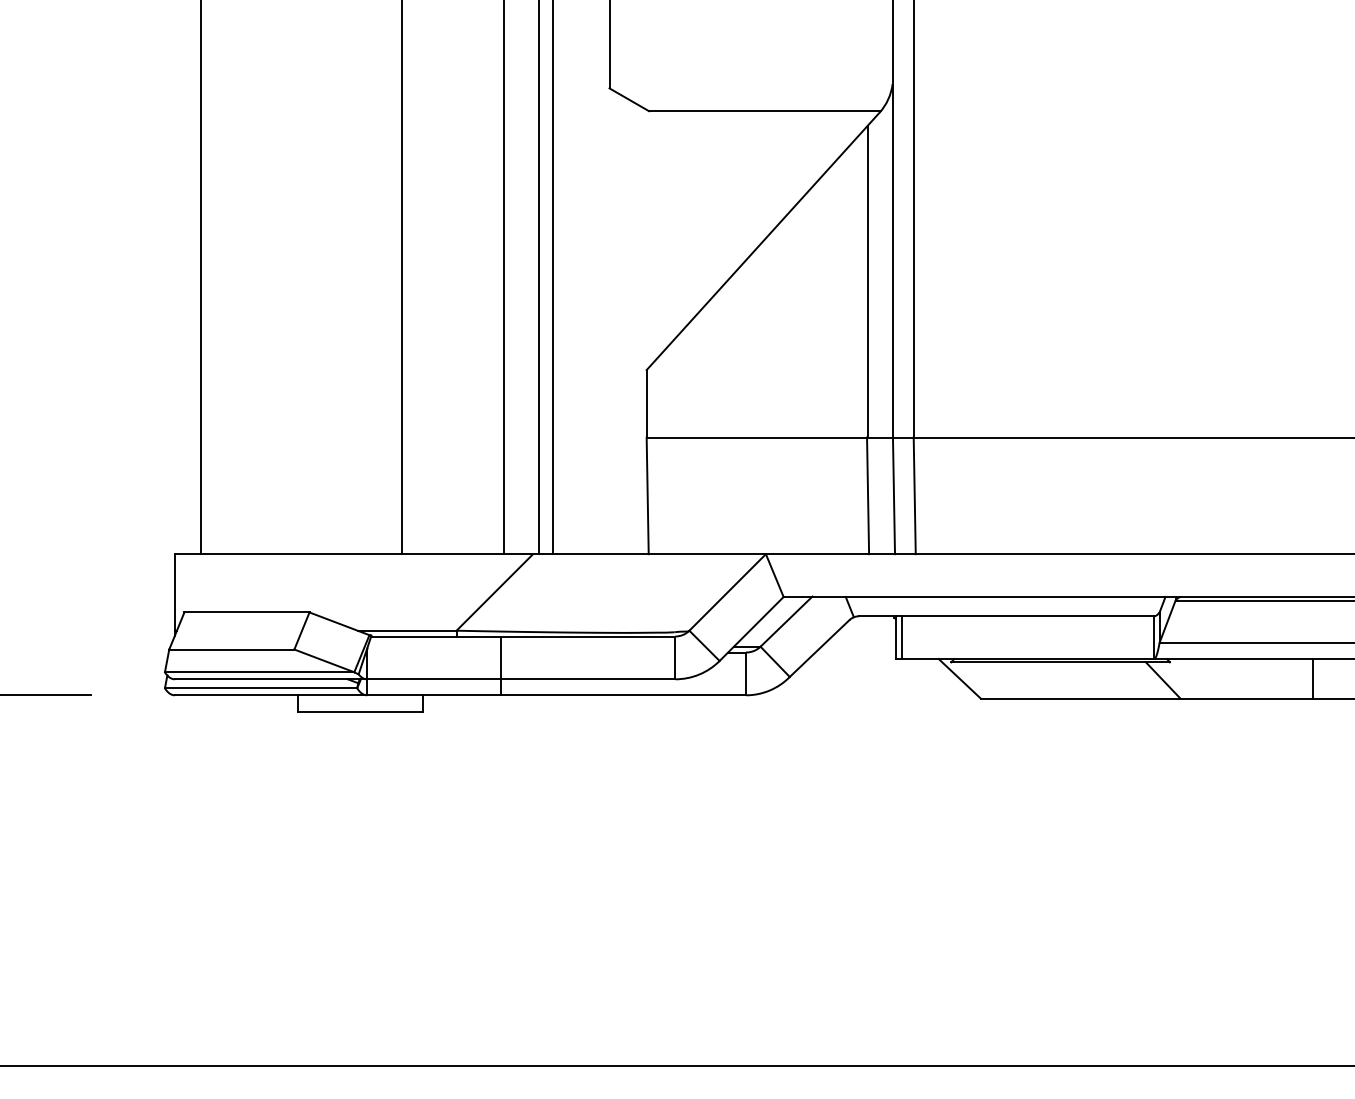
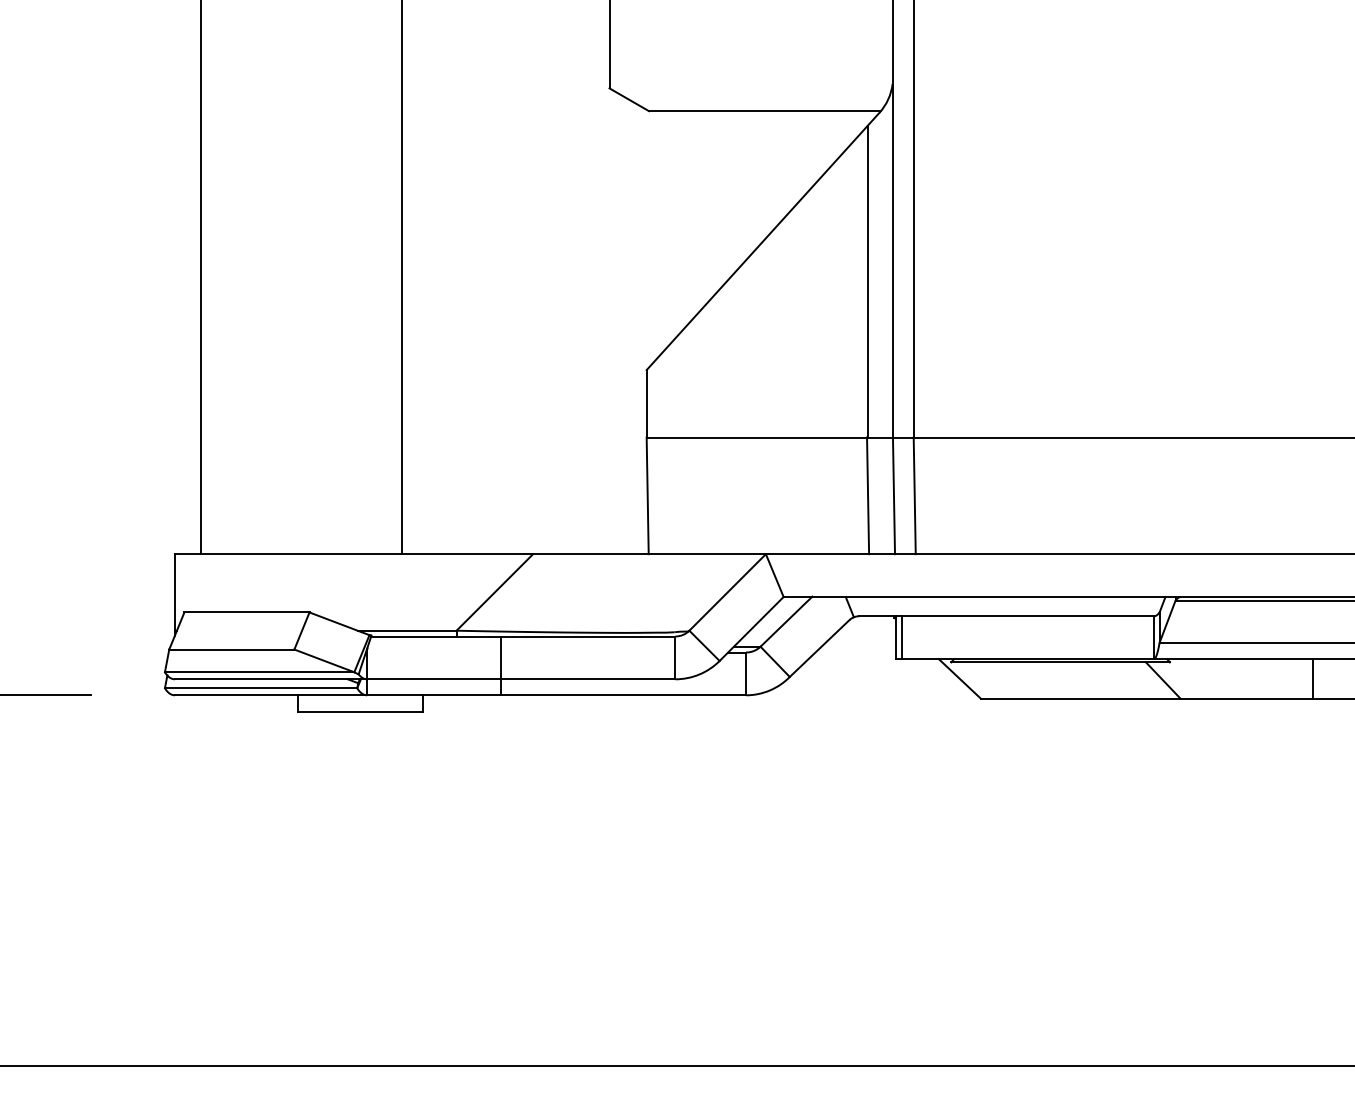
line at (504, 278): present -> none
line at (539, 278): present -> none
line at (552, 278): present -> none
